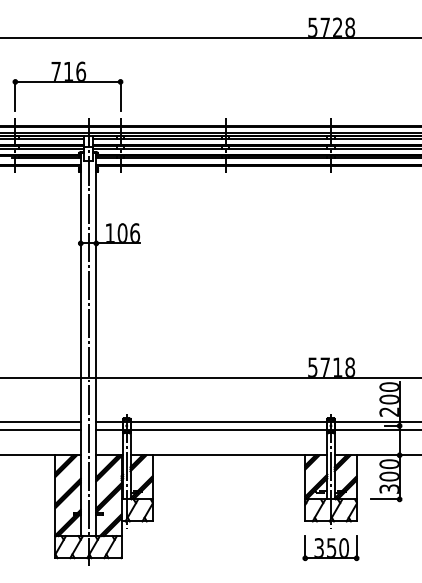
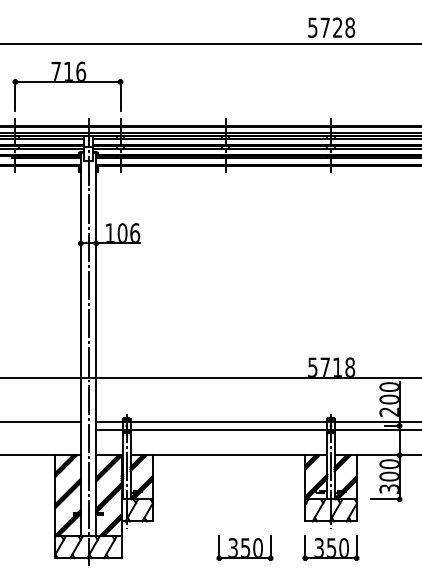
line at (210, 37) position: (210, 37) -> (210, 43)
line at (41, 429): present -> none
part at (244, 548): none -> present
